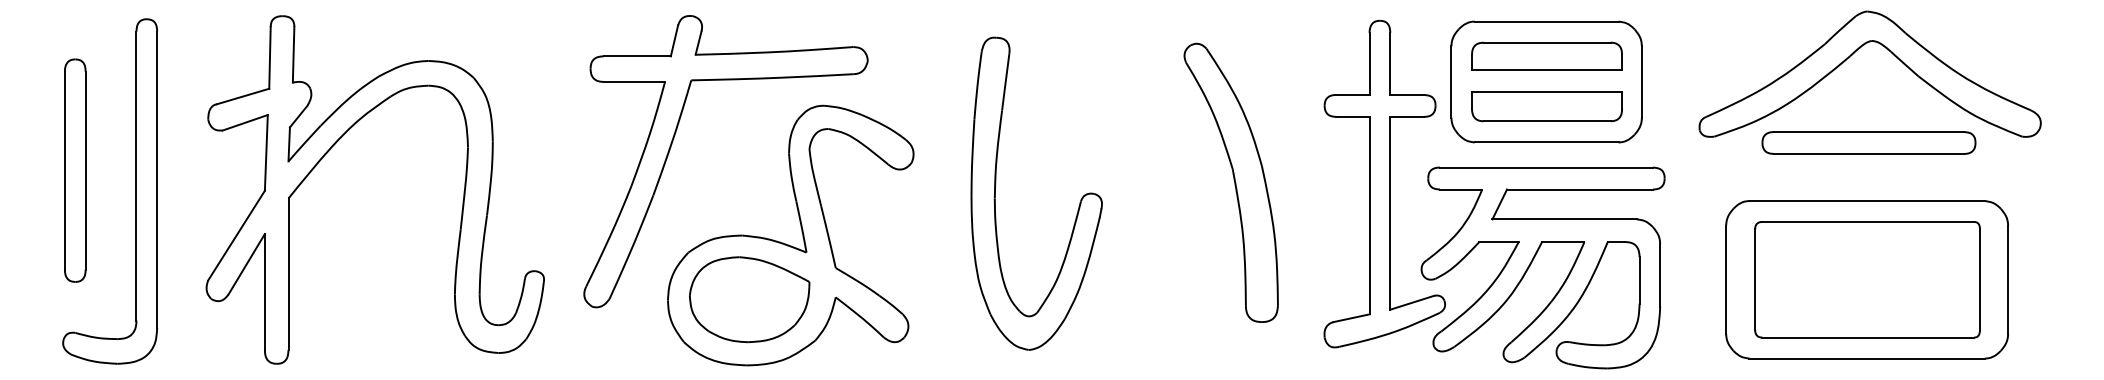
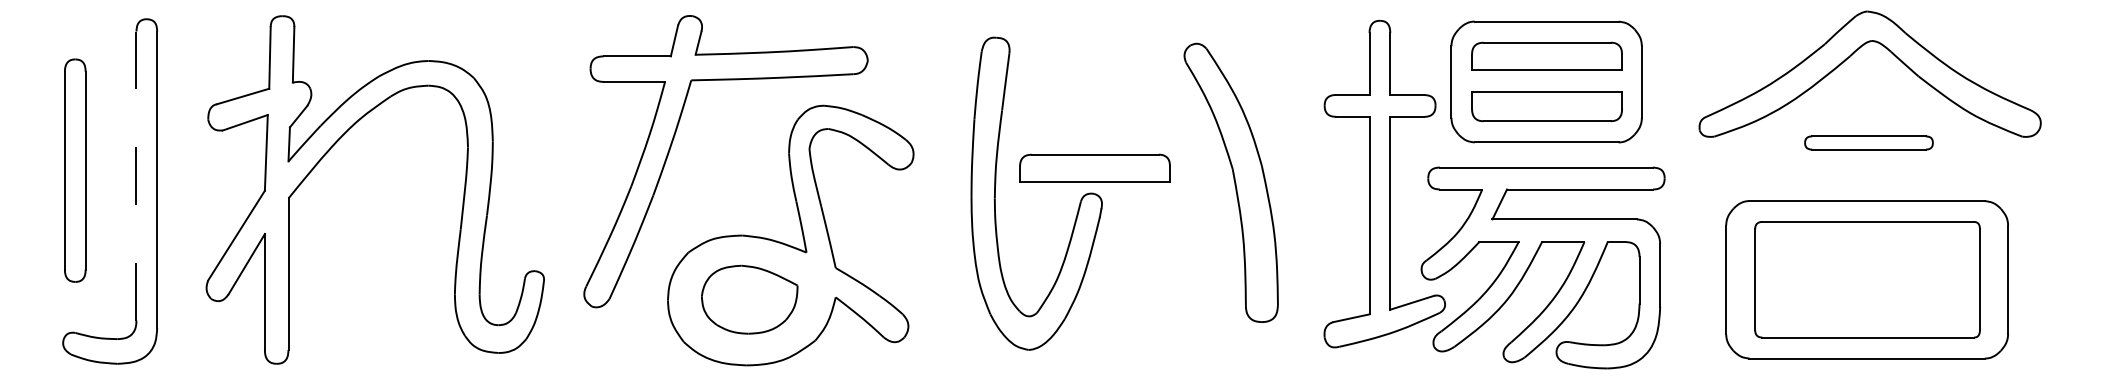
part at (1868, 142) size: 216x24 px -> 130x16 px
part at (1094, 167): none -> present
line at (136, 175): solid -> dashed
part at (749, 299) size: 122x88 px -> 98x71 px
